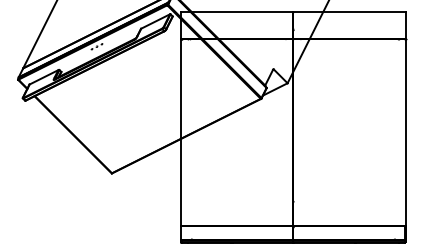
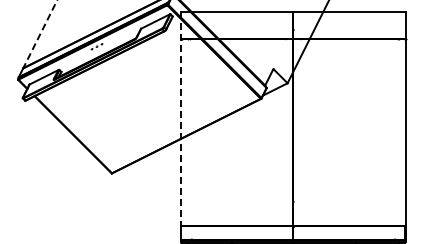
line at (40, 34): solid -> dashed
line at (181, 119): solid -> dashed
